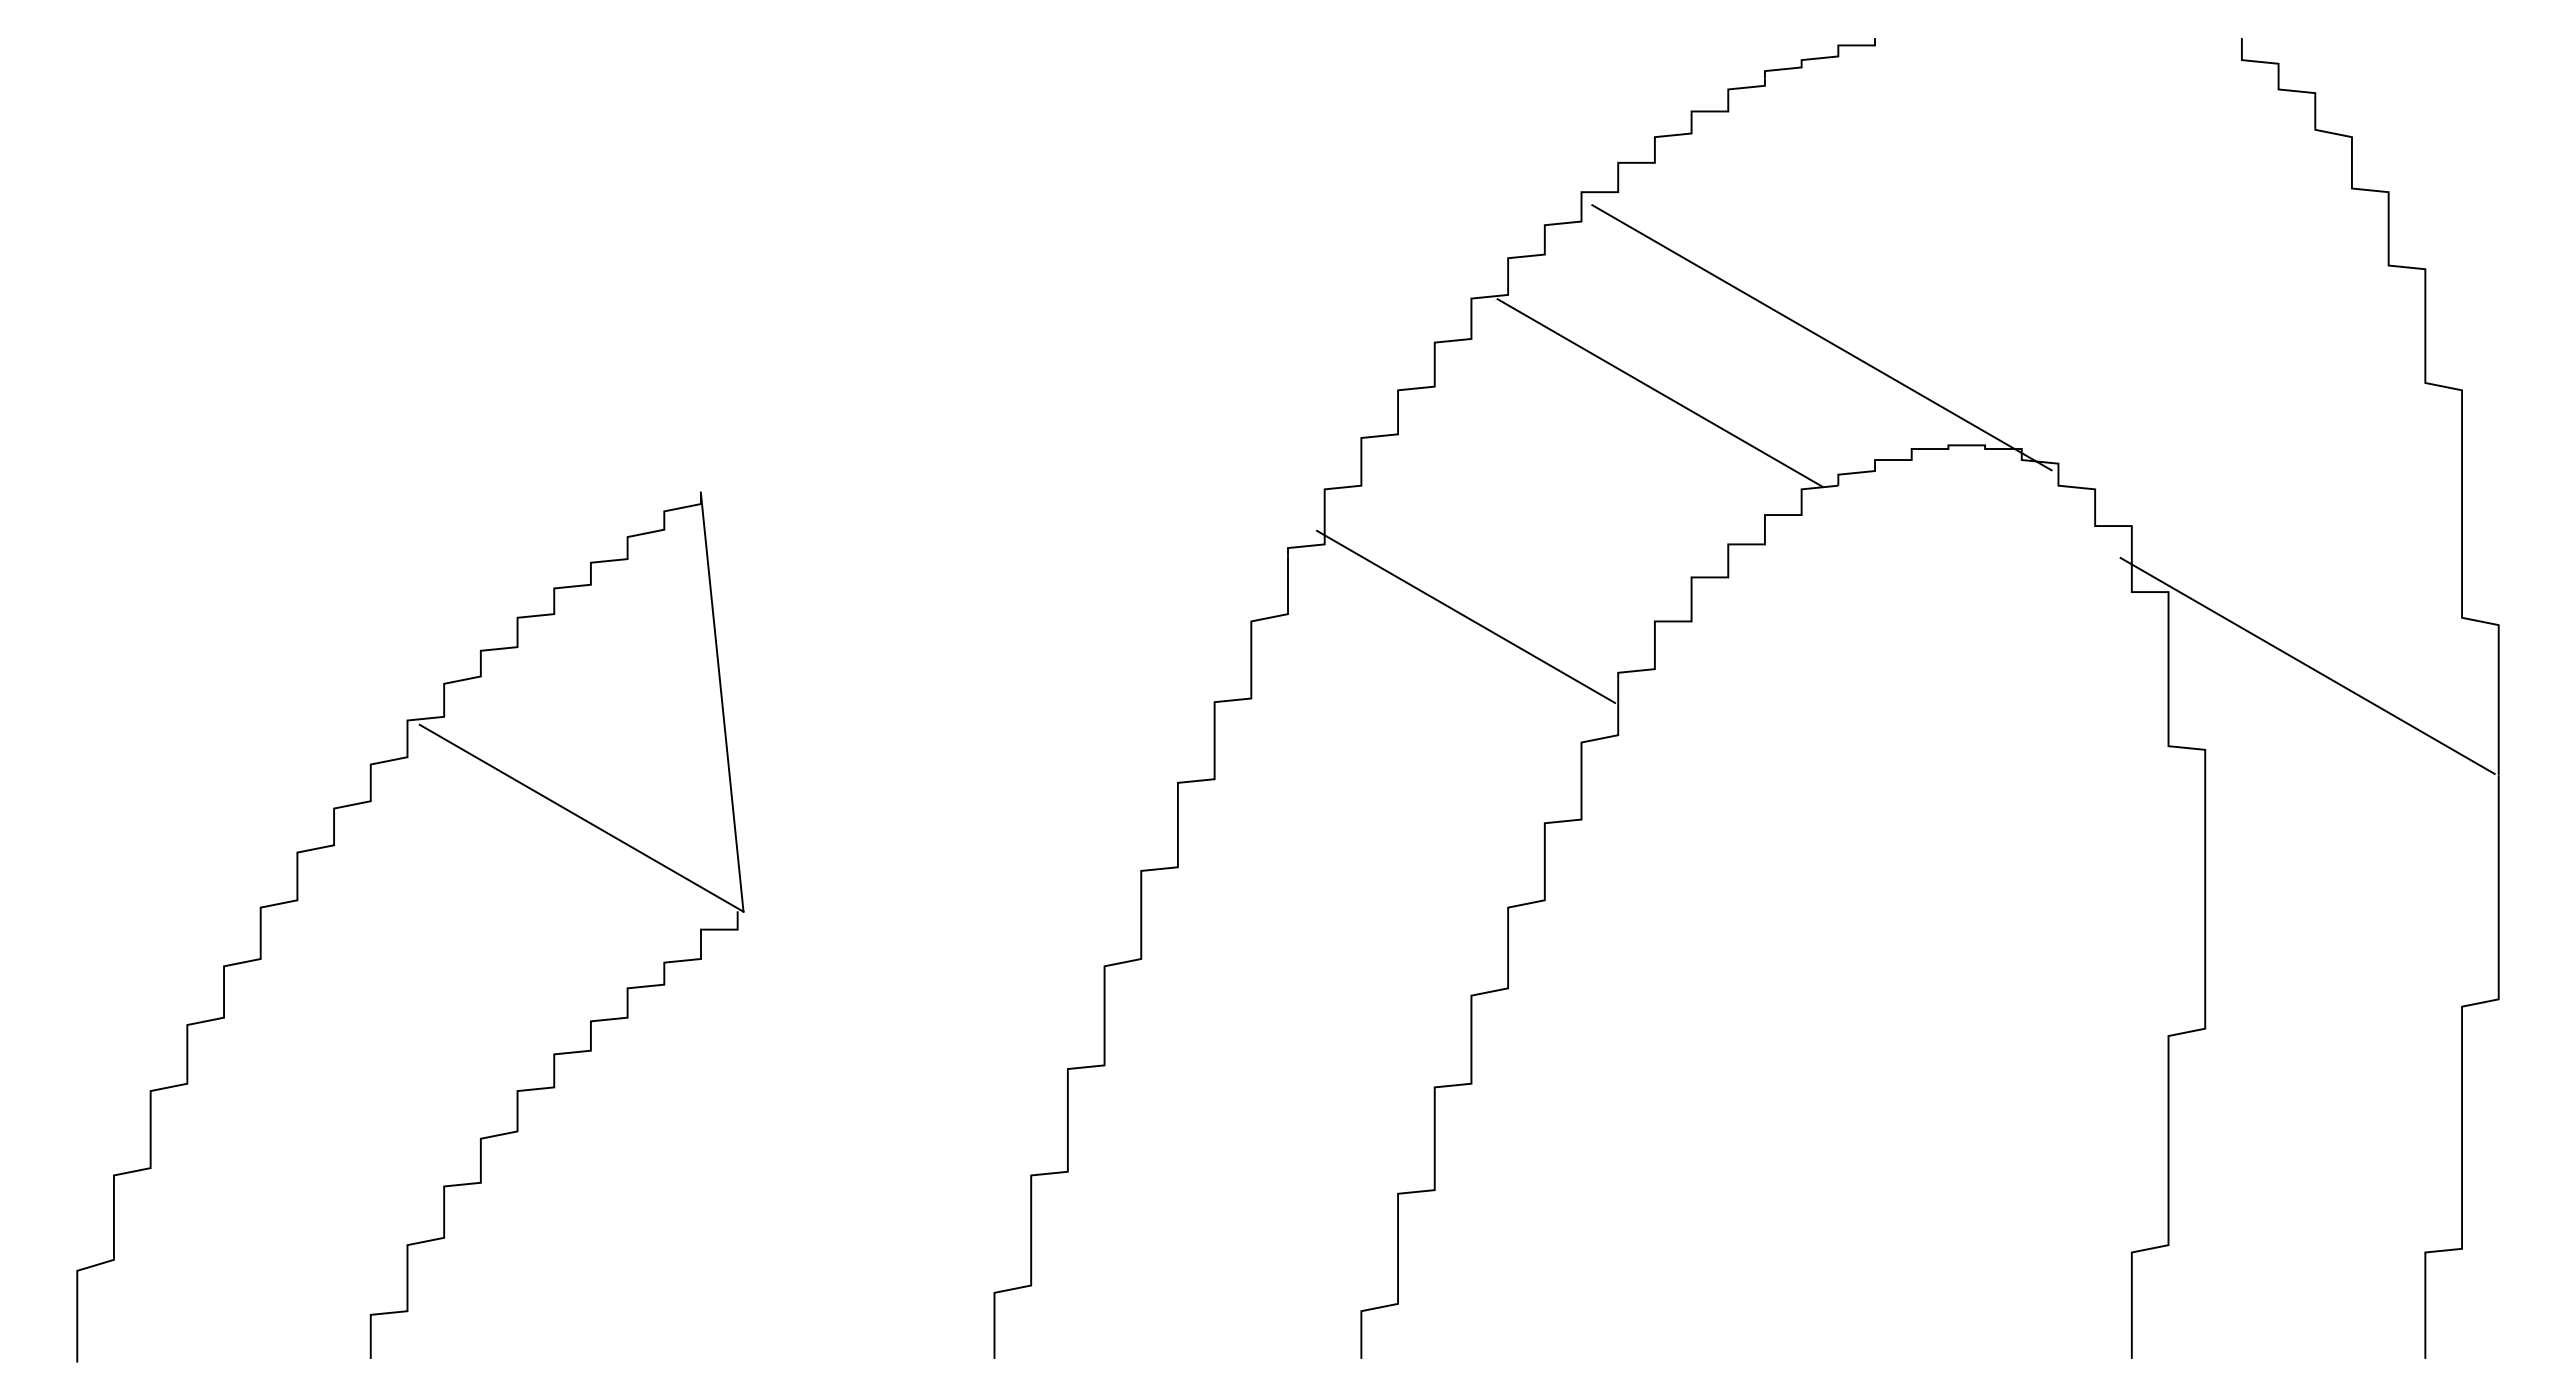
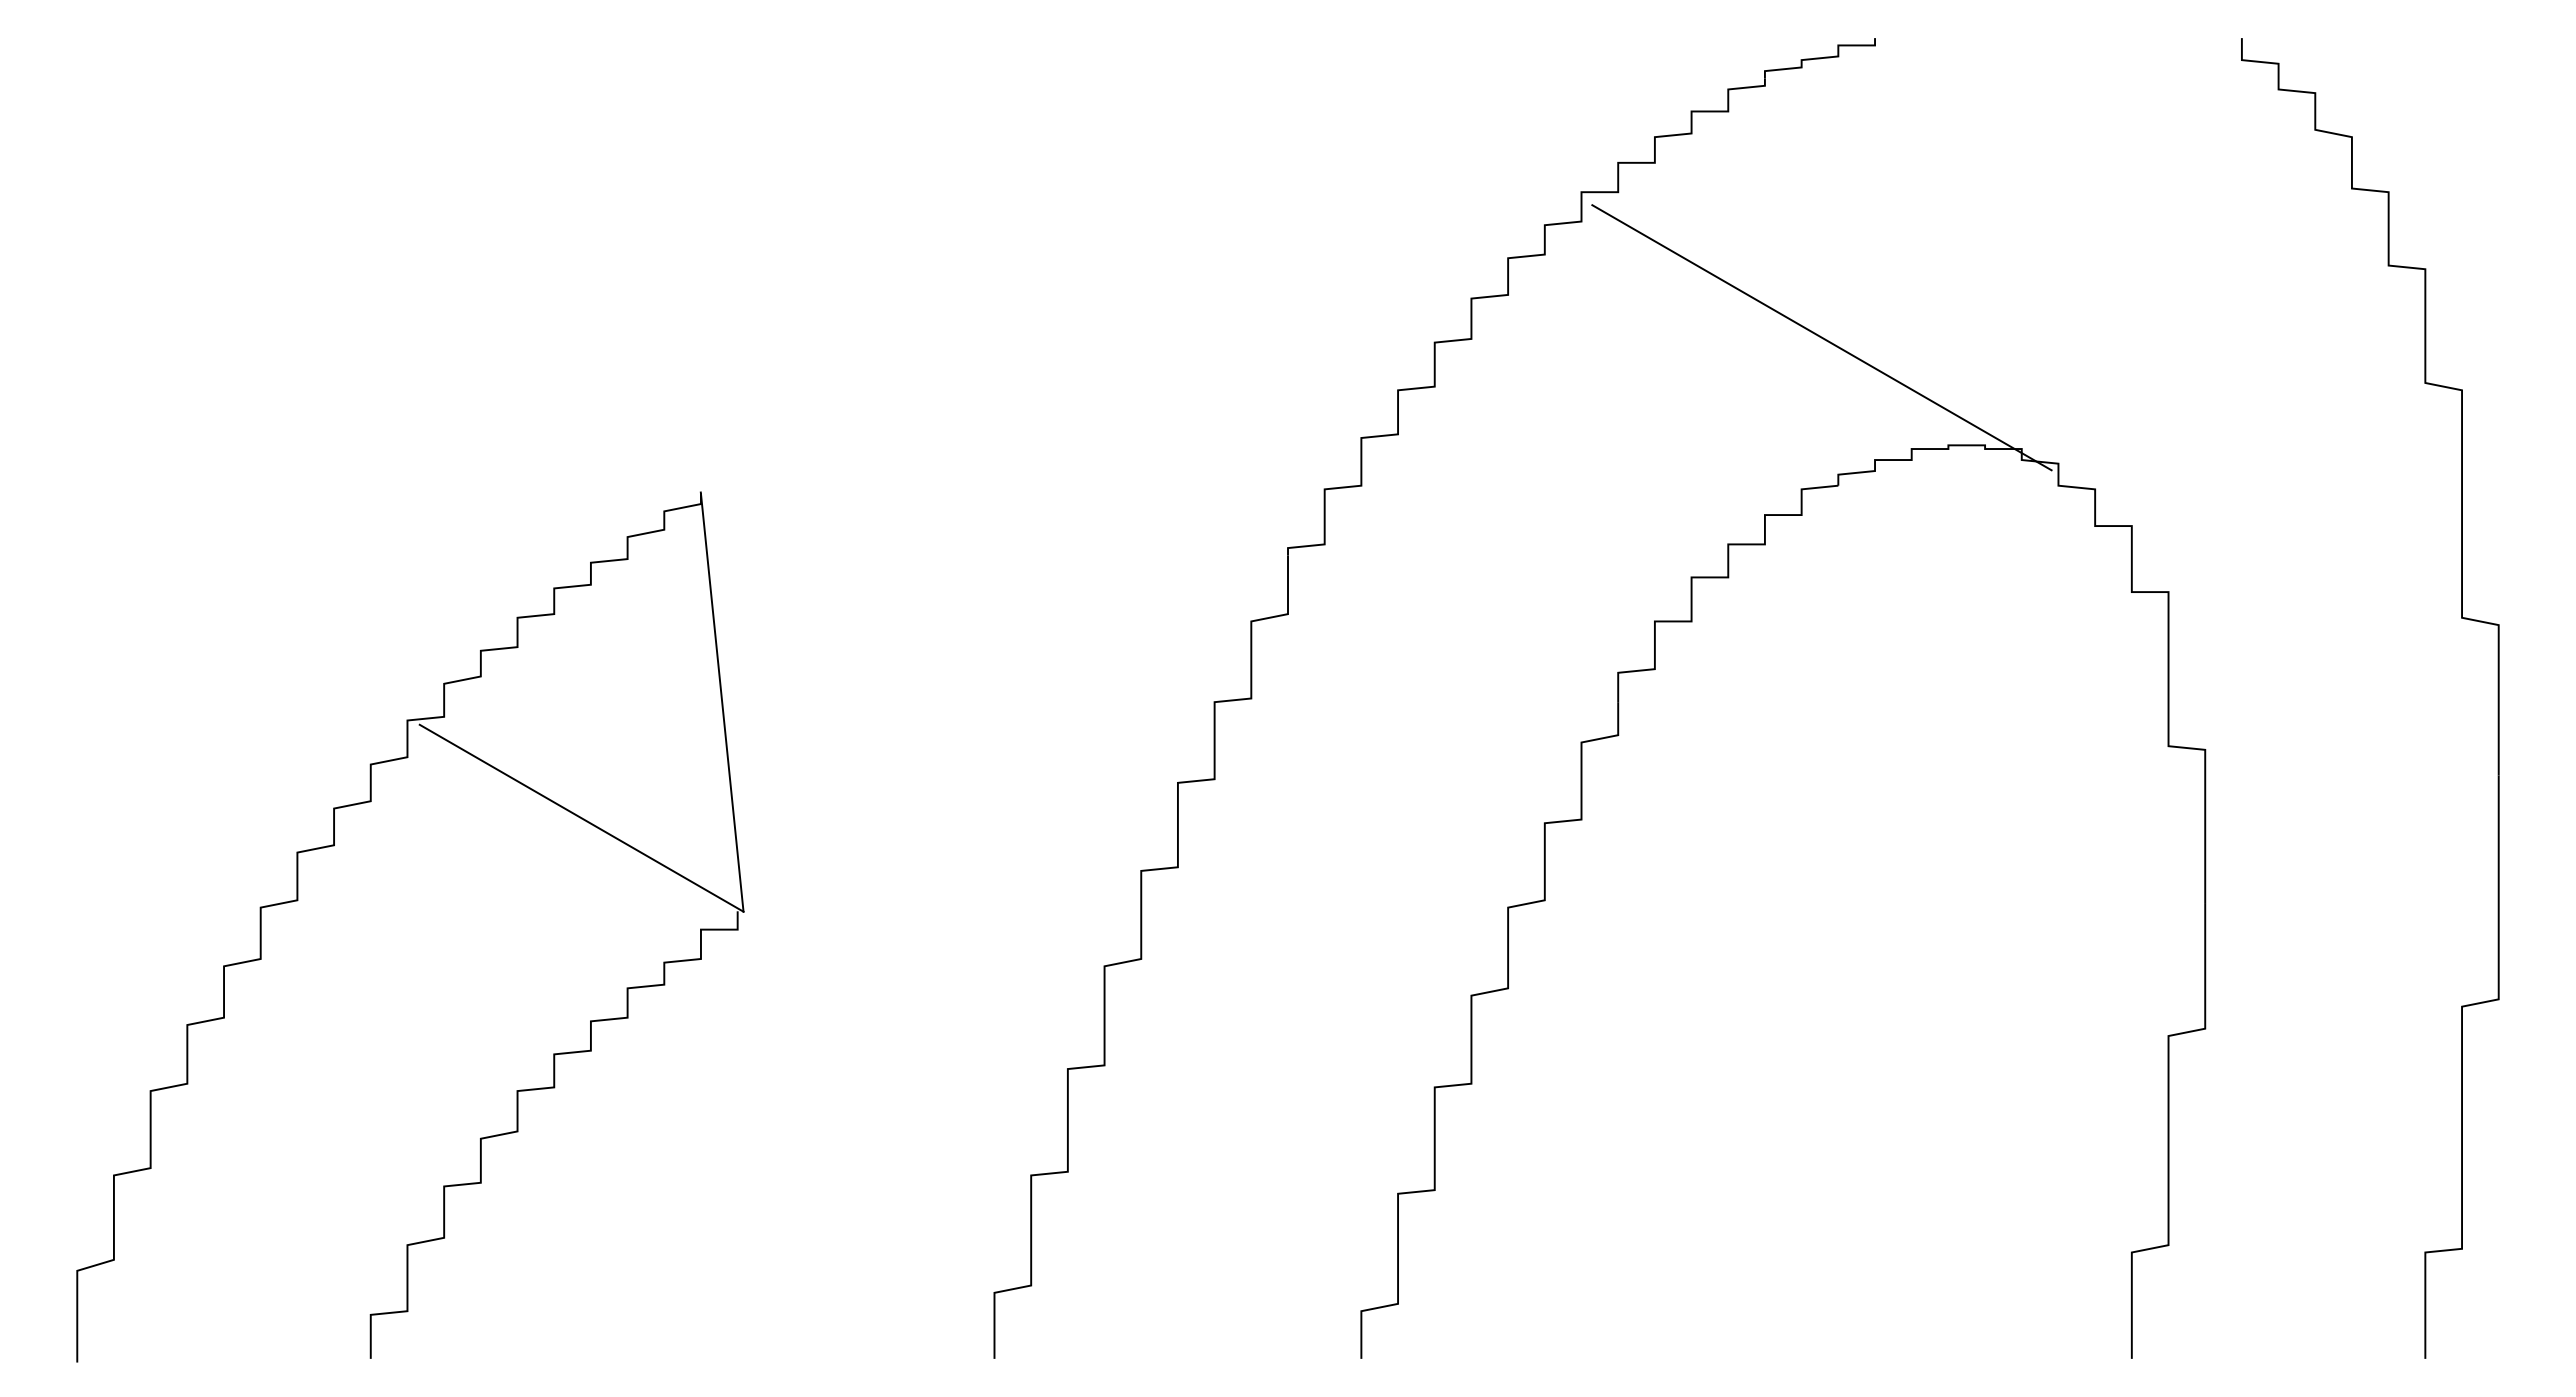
line at (1659, 392): present -> none
line at (1465, 616): present -> none
line at (2307, 665): present -> none
